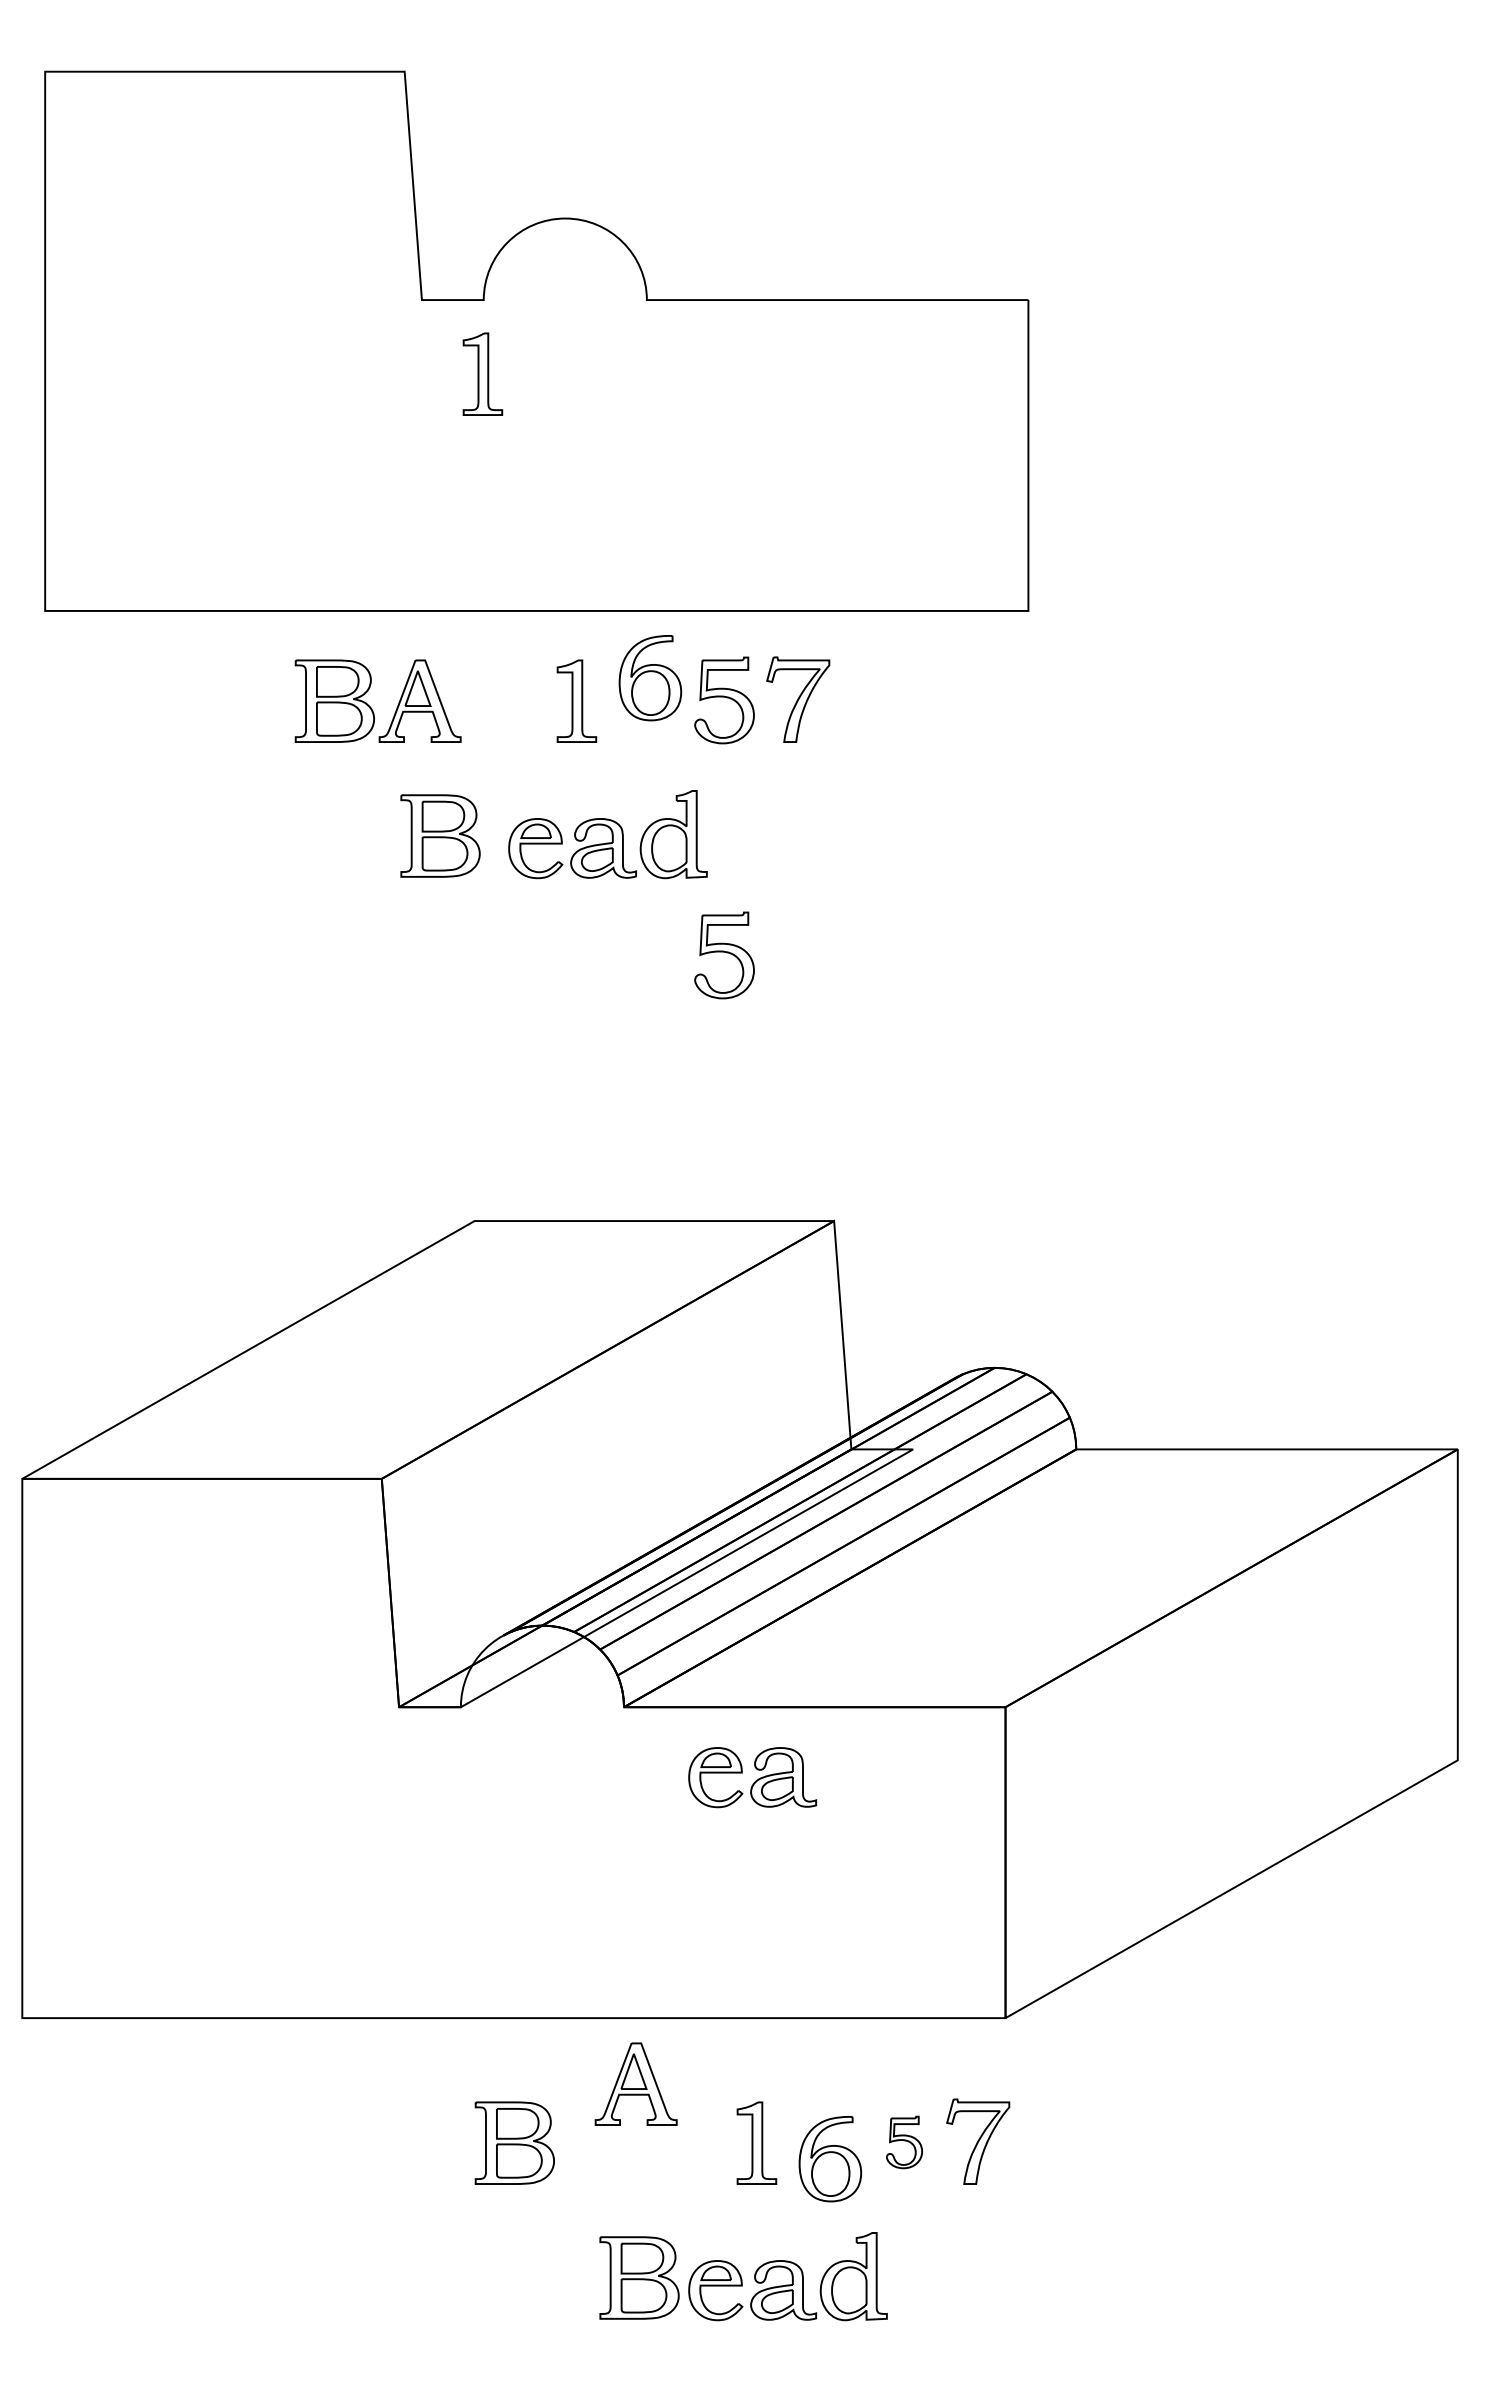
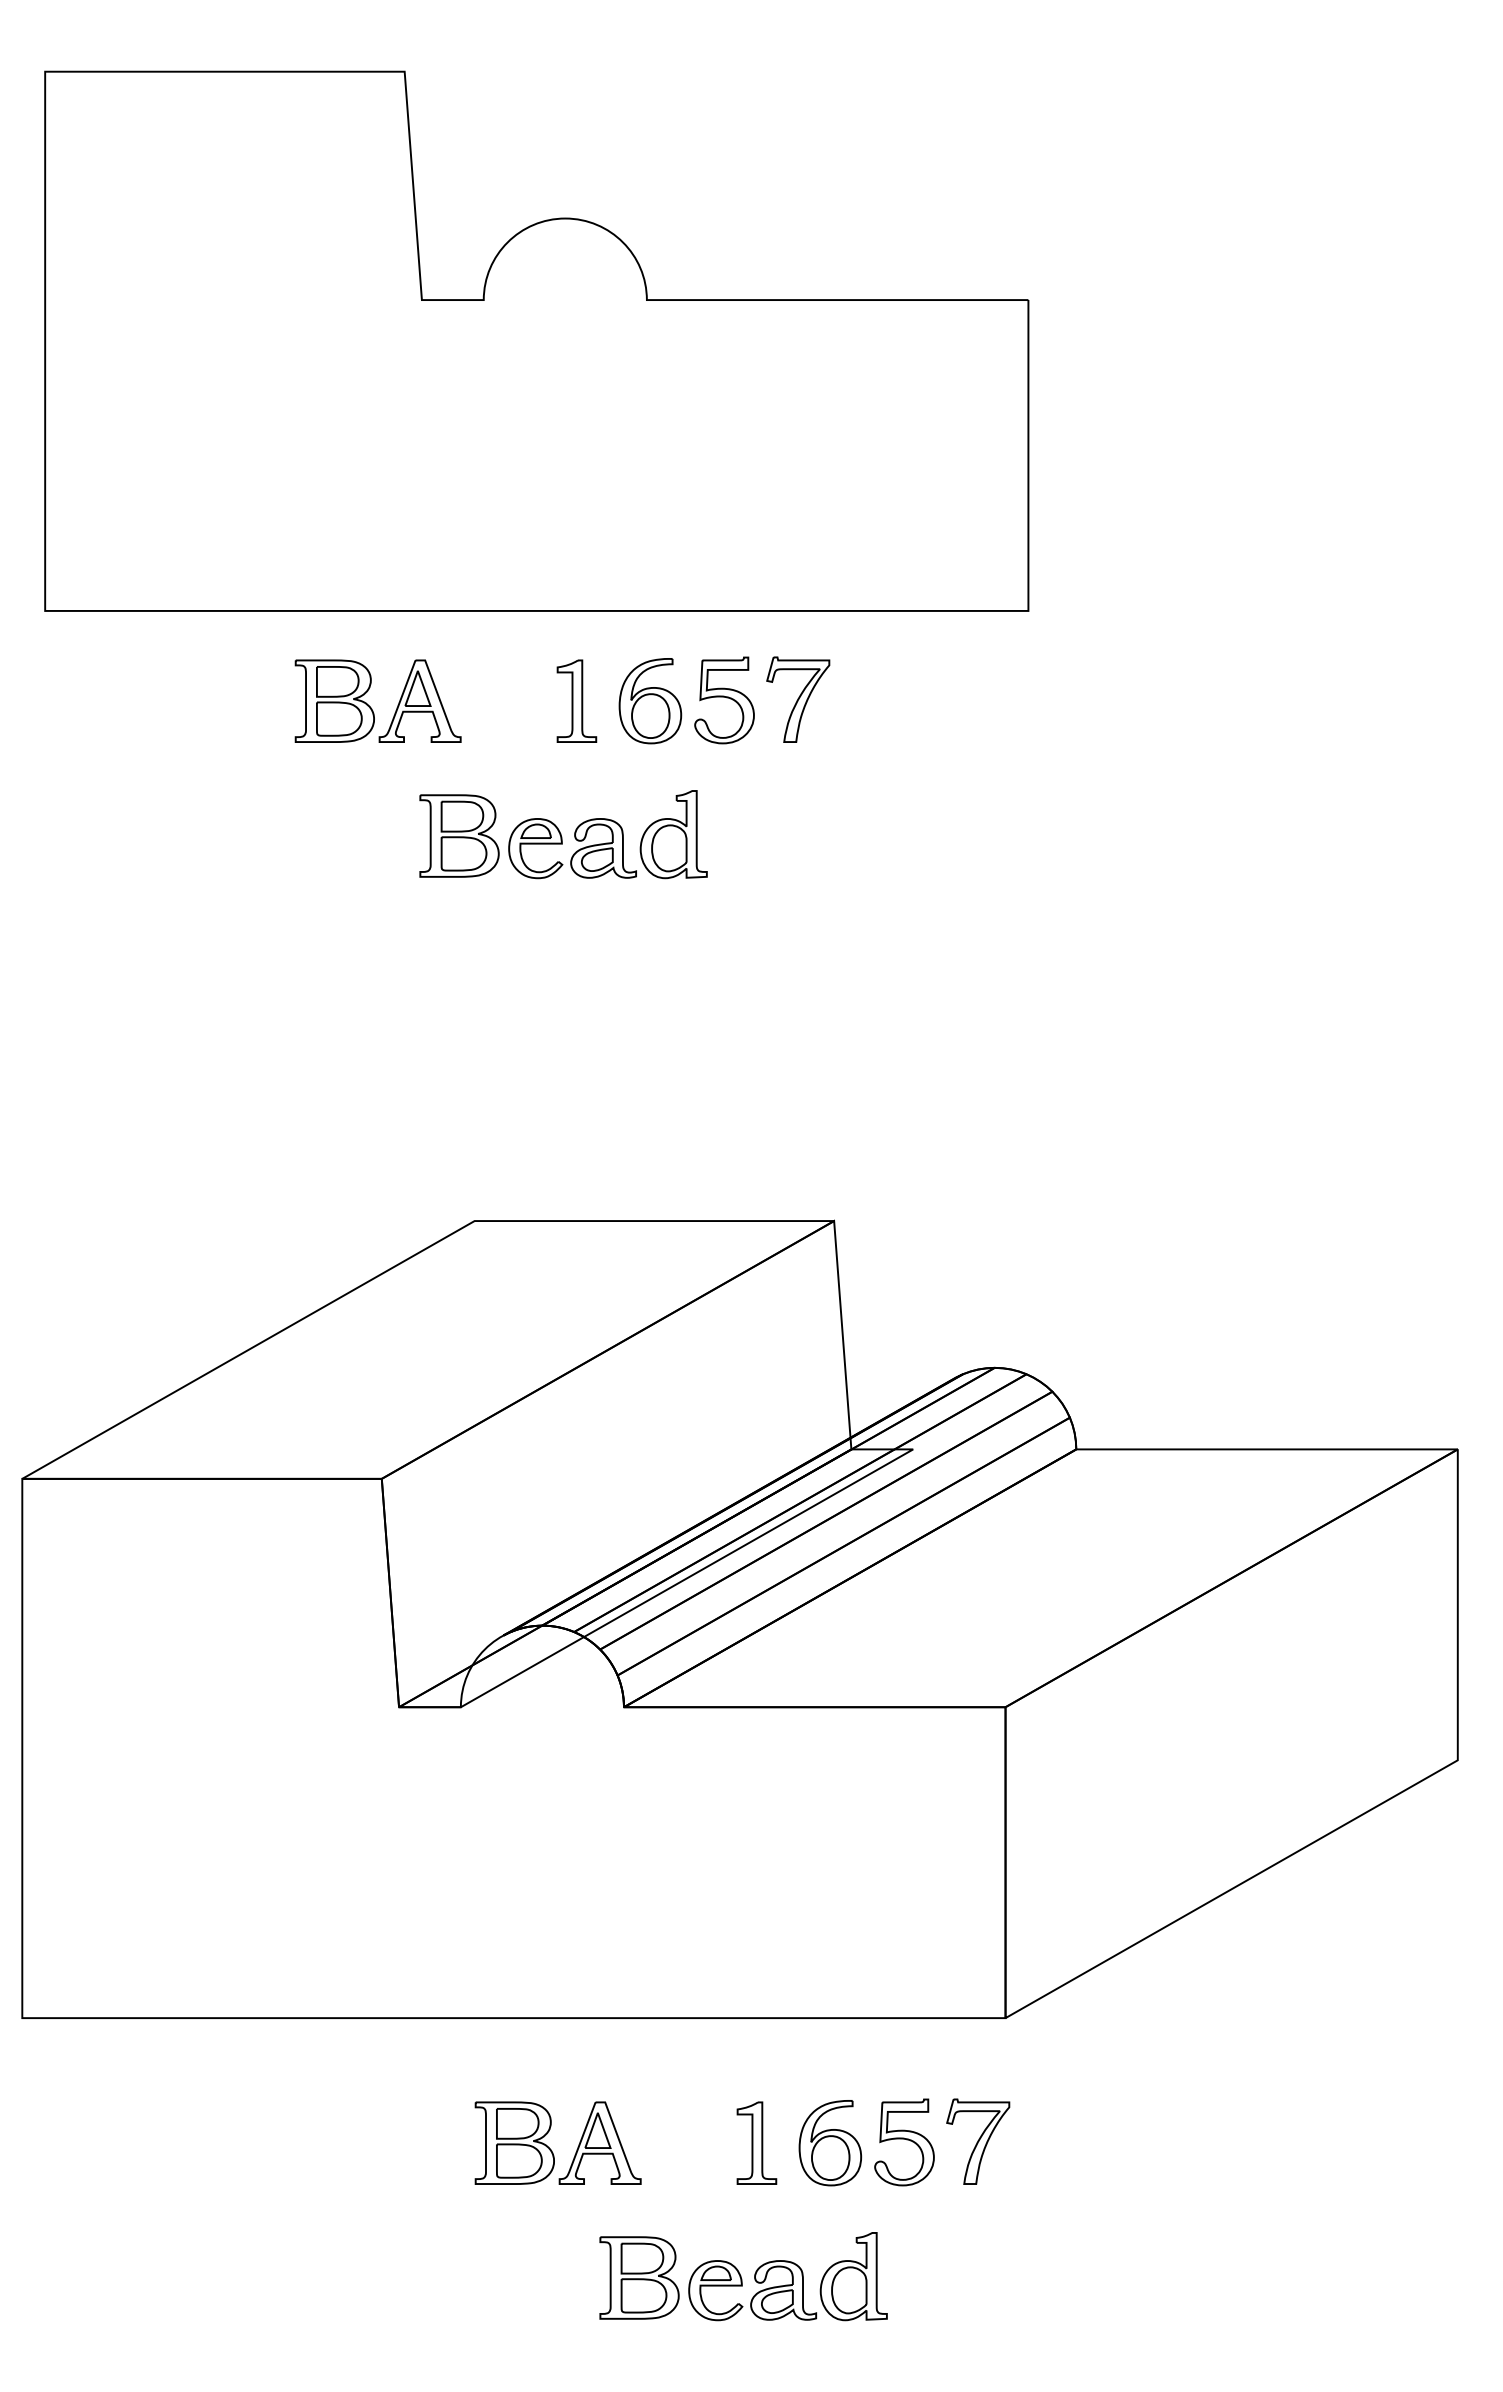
part at (482, 373): present -> none
part at (650, 678) position: (650, 678) -> (650, 701)
part at (440, 835) position: (440, 835) -> (459, 835)
part at (724, 955): present -> none
part at (752, 1777): present -> none
part at (635, 2083) position: (635, 2083) -> (599, 2142)
part at (904, 2142) size: 37x55 px -> 61x89 px
part at (830, 2159) position: (830, 2159) -> (830, 2143)
